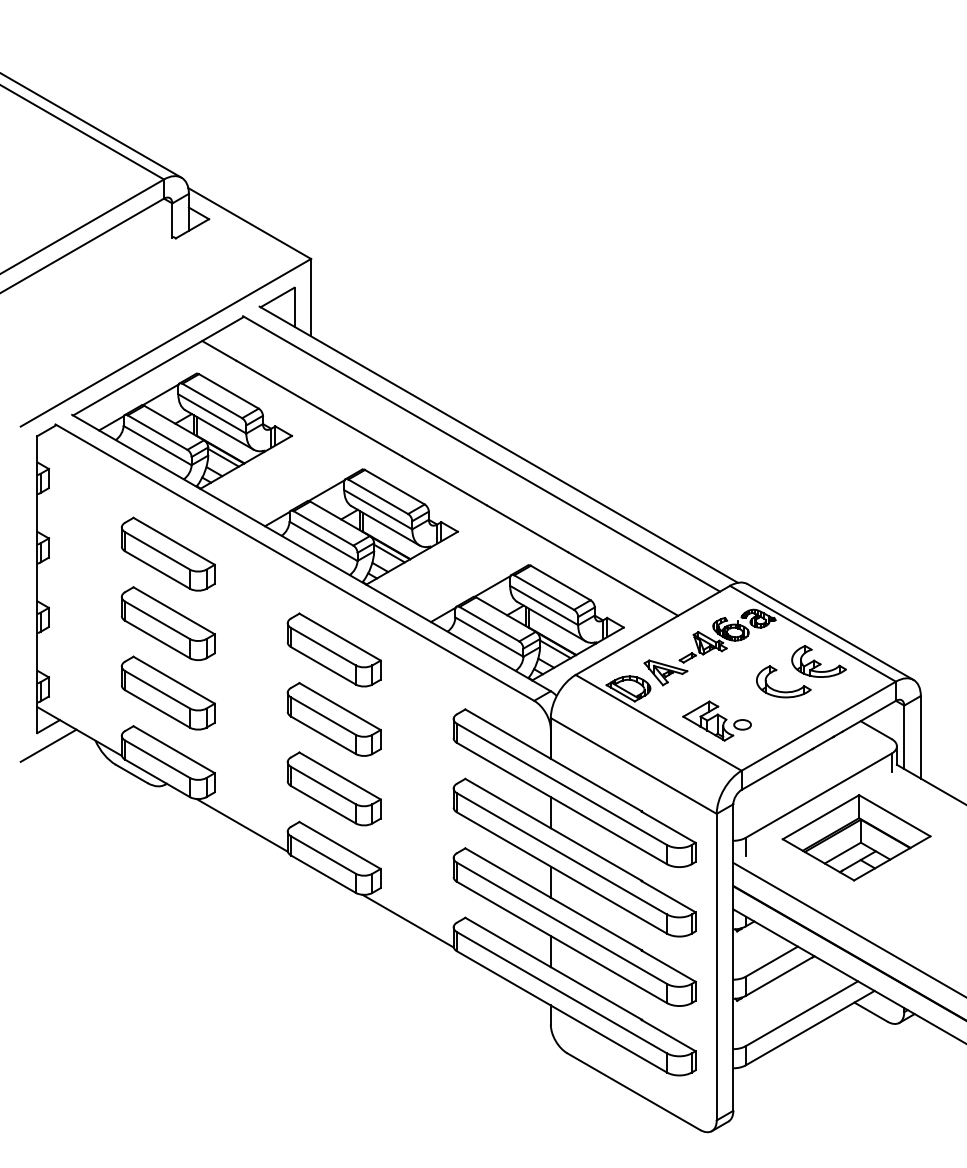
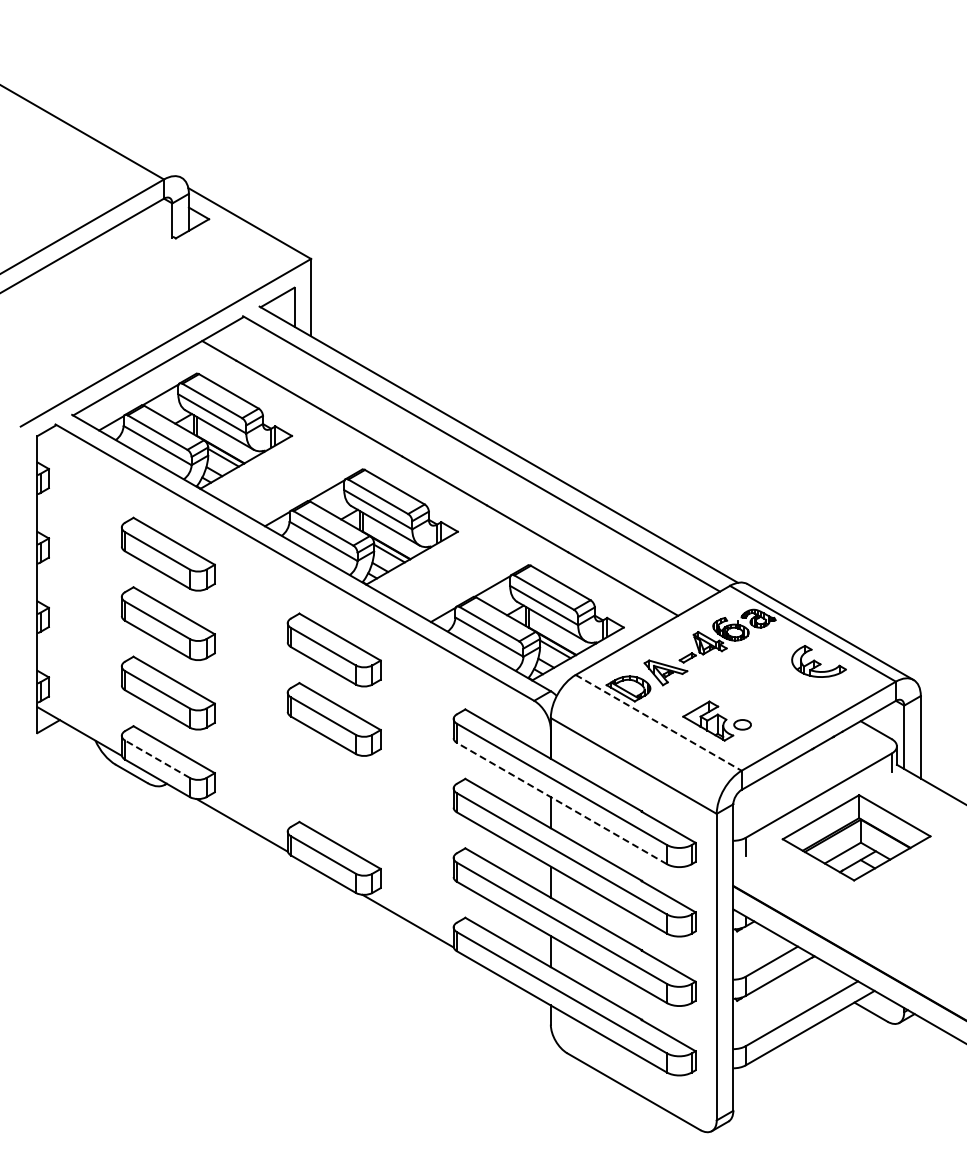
line at (91, 125): present -> none
part at (779, 690): present -> none
line at (658, 722): solid -> dashed
line at (48, 745): present -> none
line at (157, 759): solid -> dashed
part at (333, 788): present -> none
line at (561, 803): solid -> dashed
line at (848, 928): present -> none
